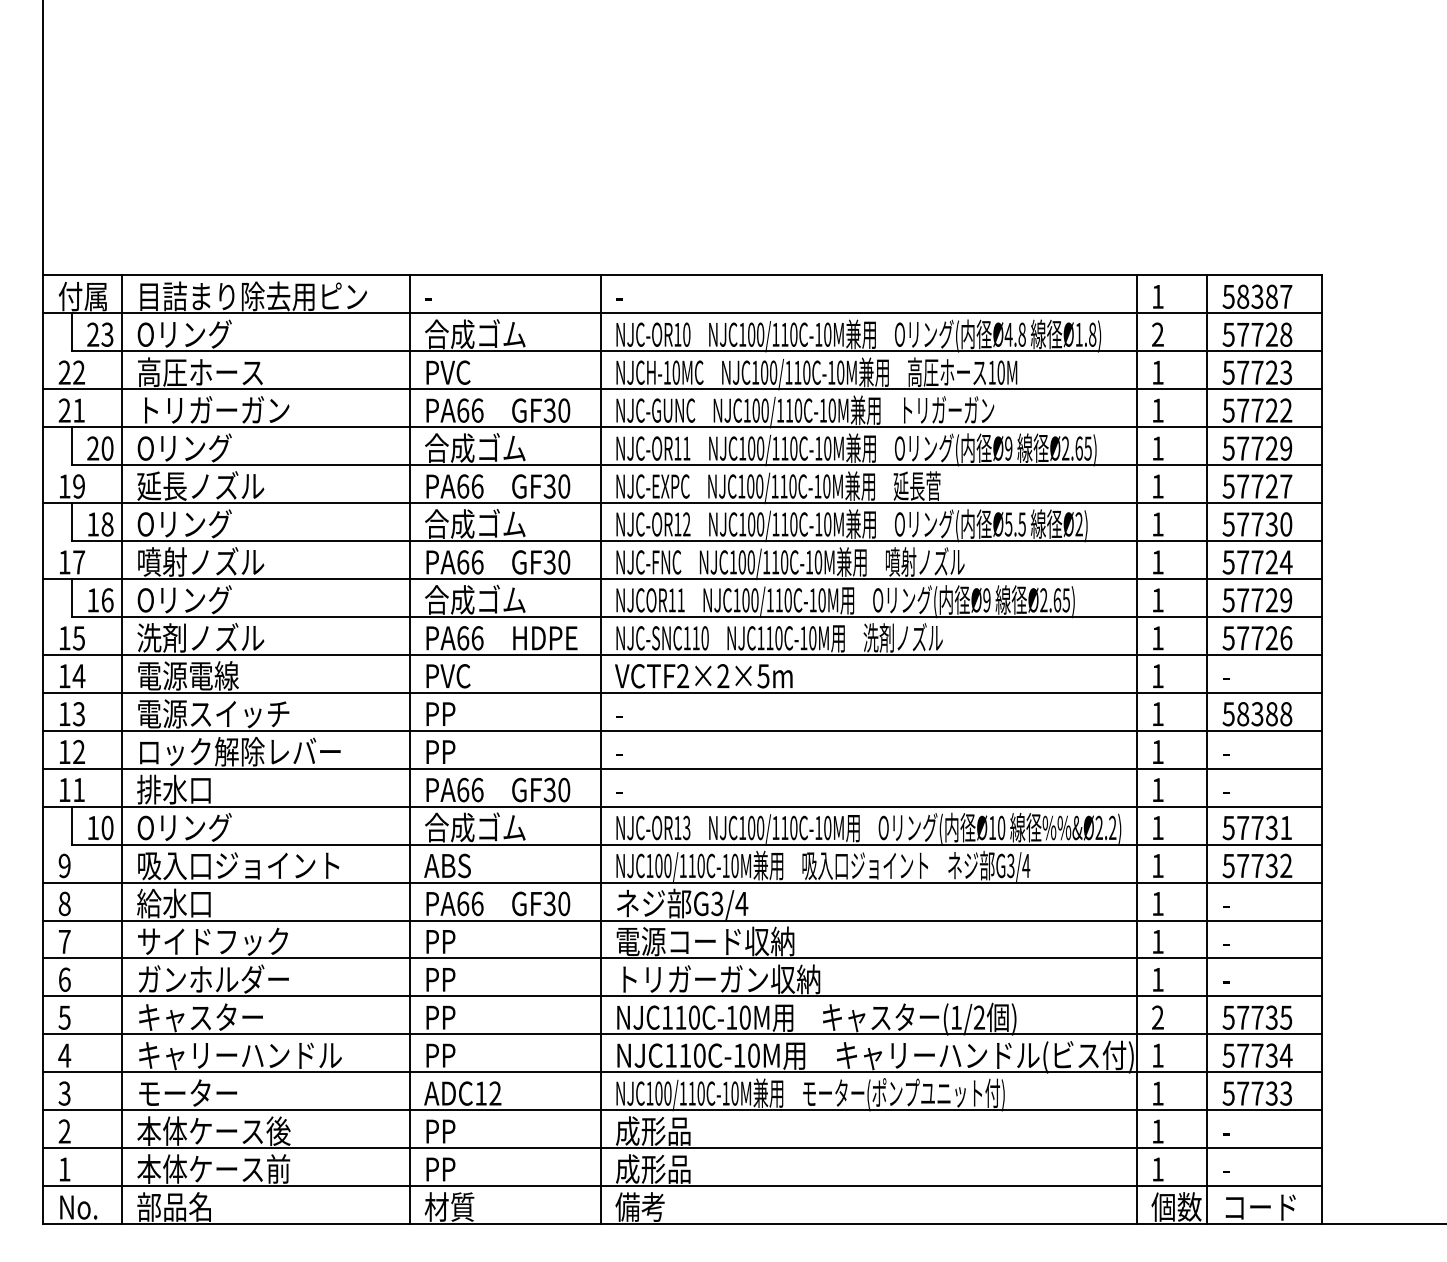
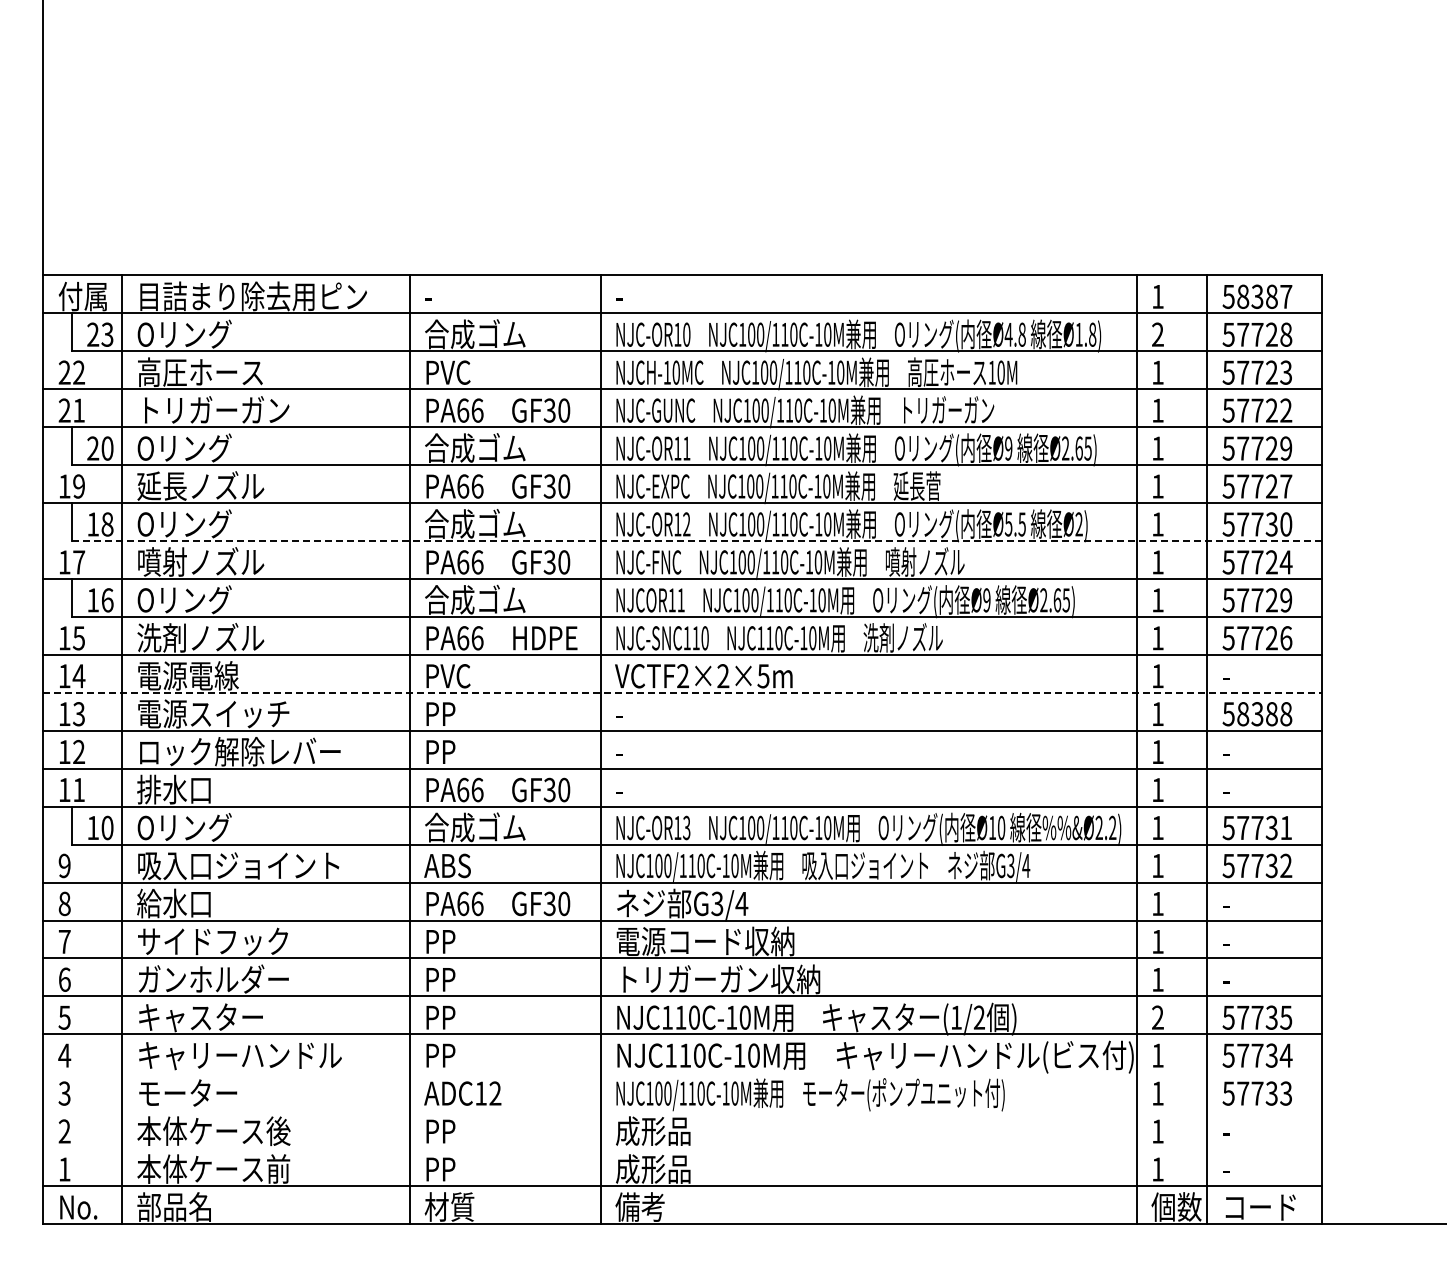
line at (697, 541): solid -> dashed
line at (683, 692): solid -> dashed
line at (682, 1072): present -> none
line at (682, 1110): present -> none
line at (682, 1148): present -> none
